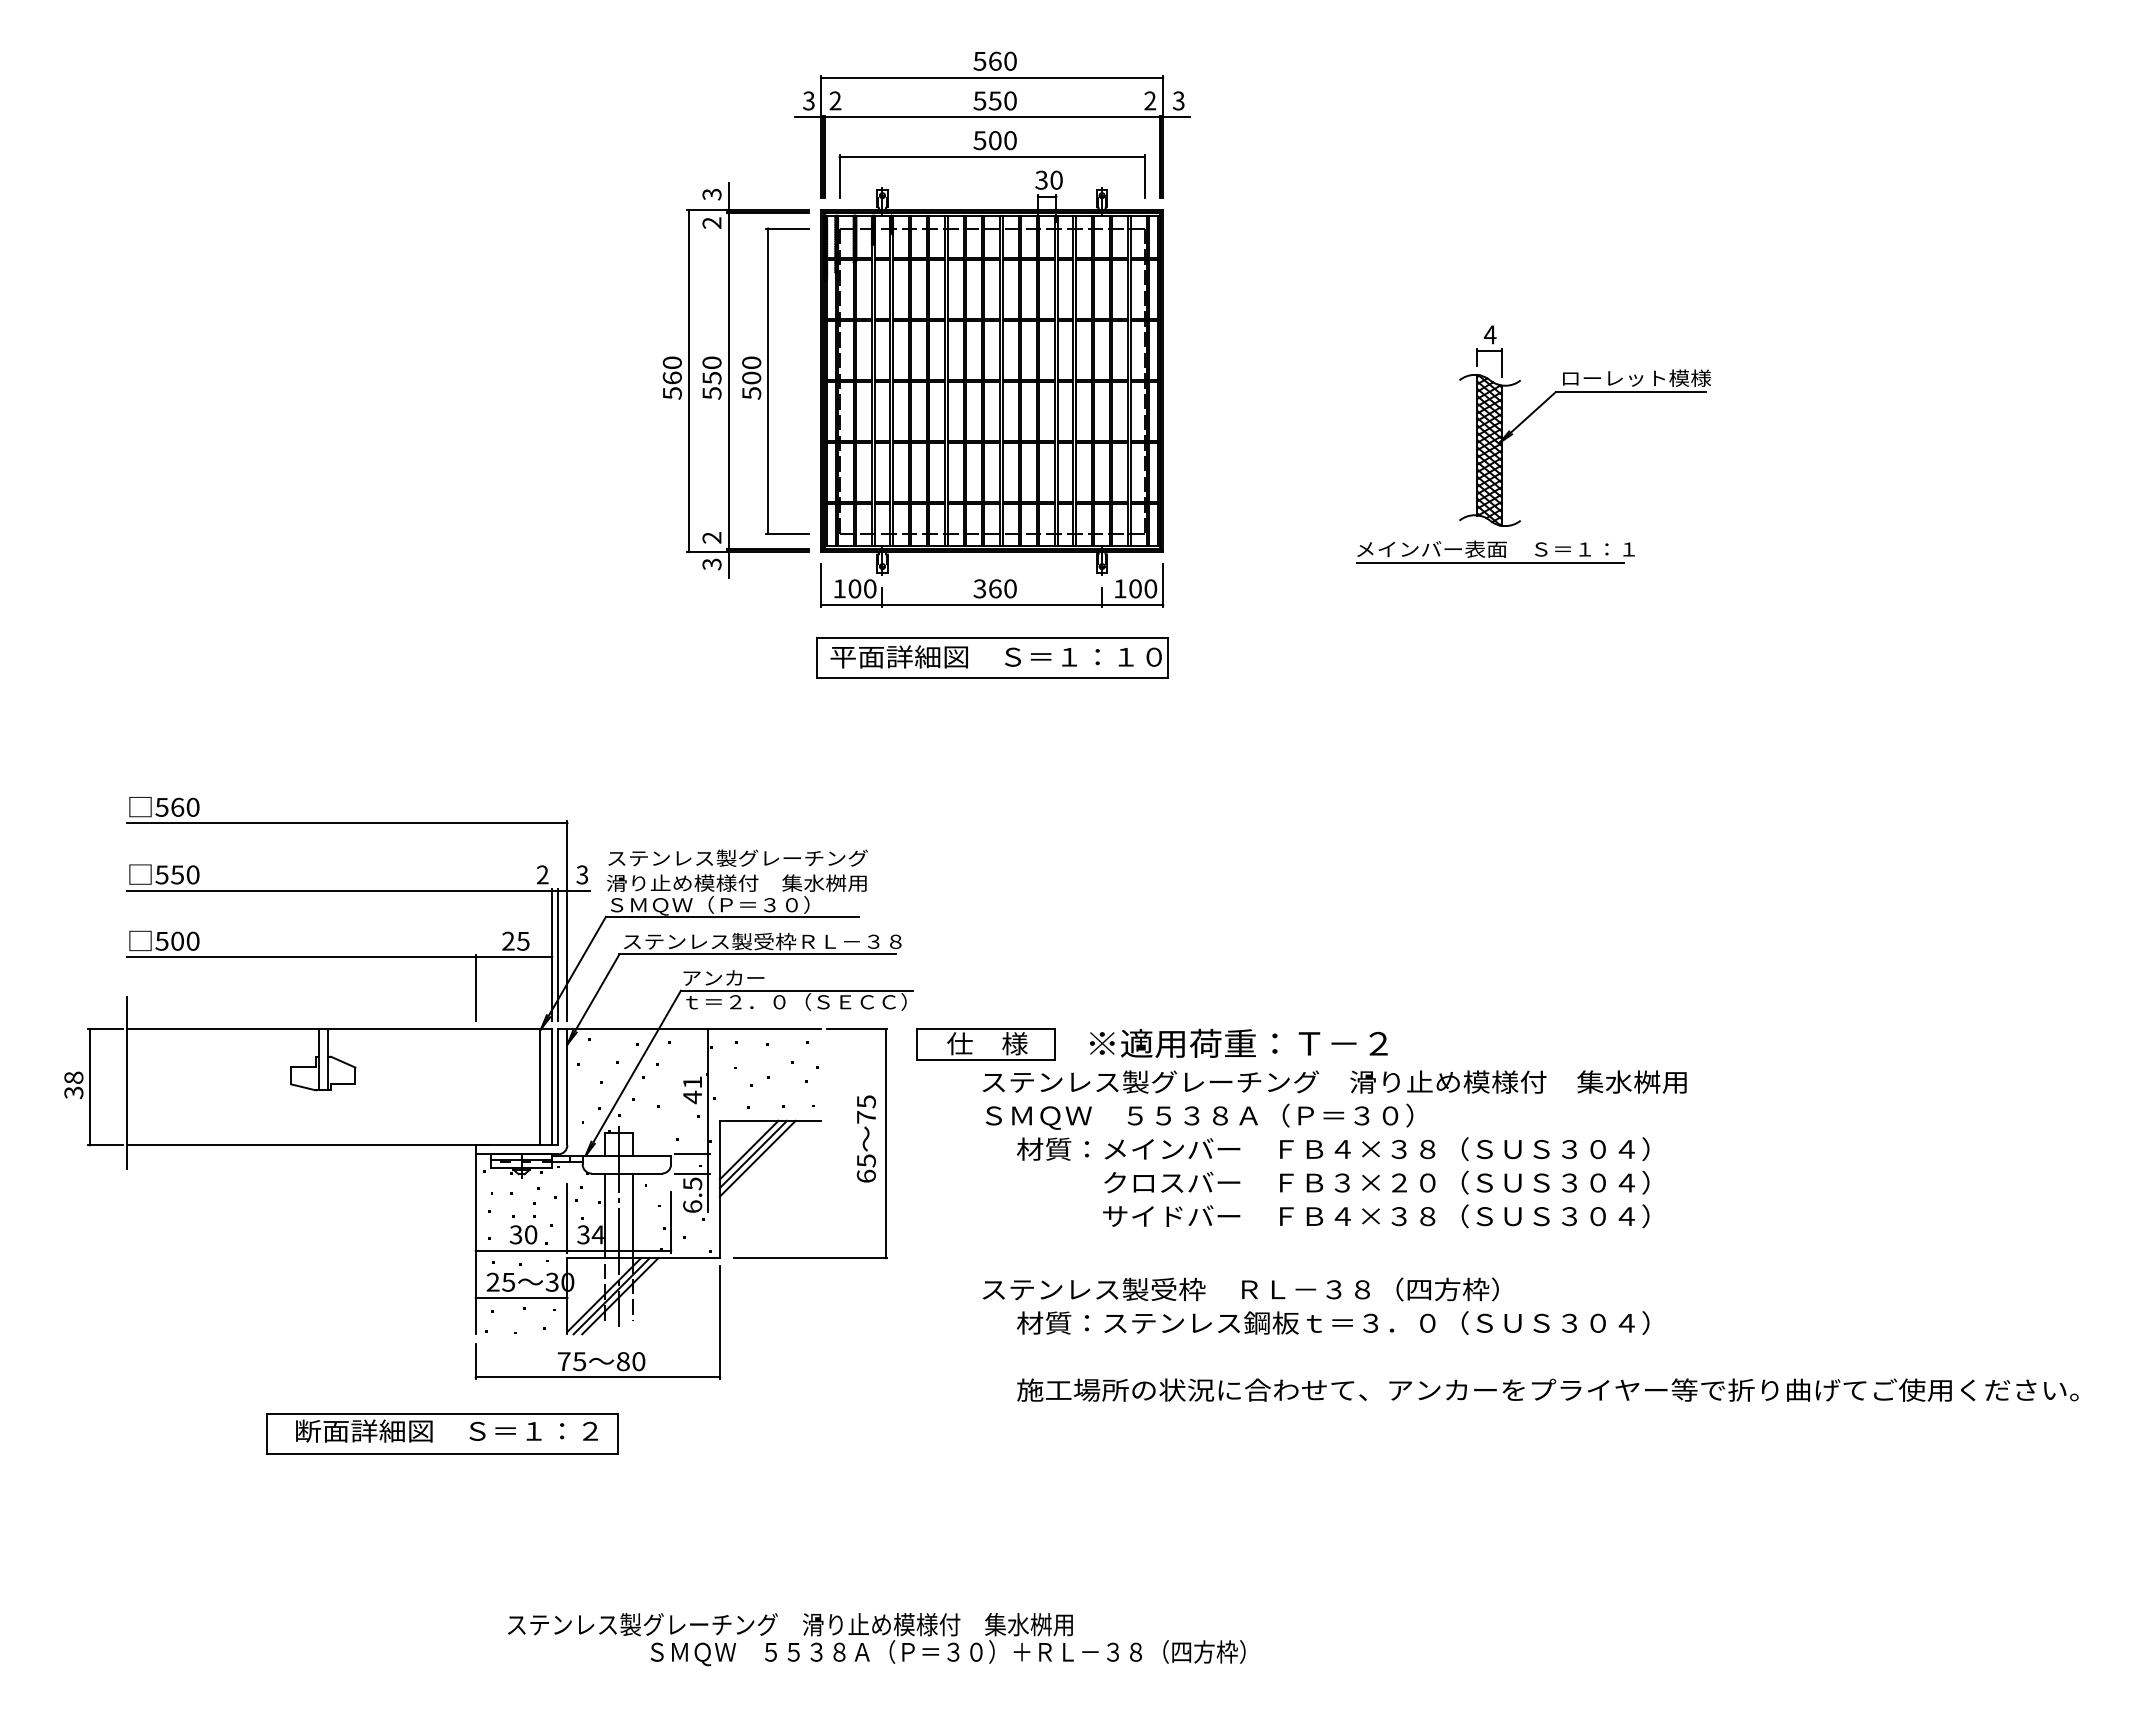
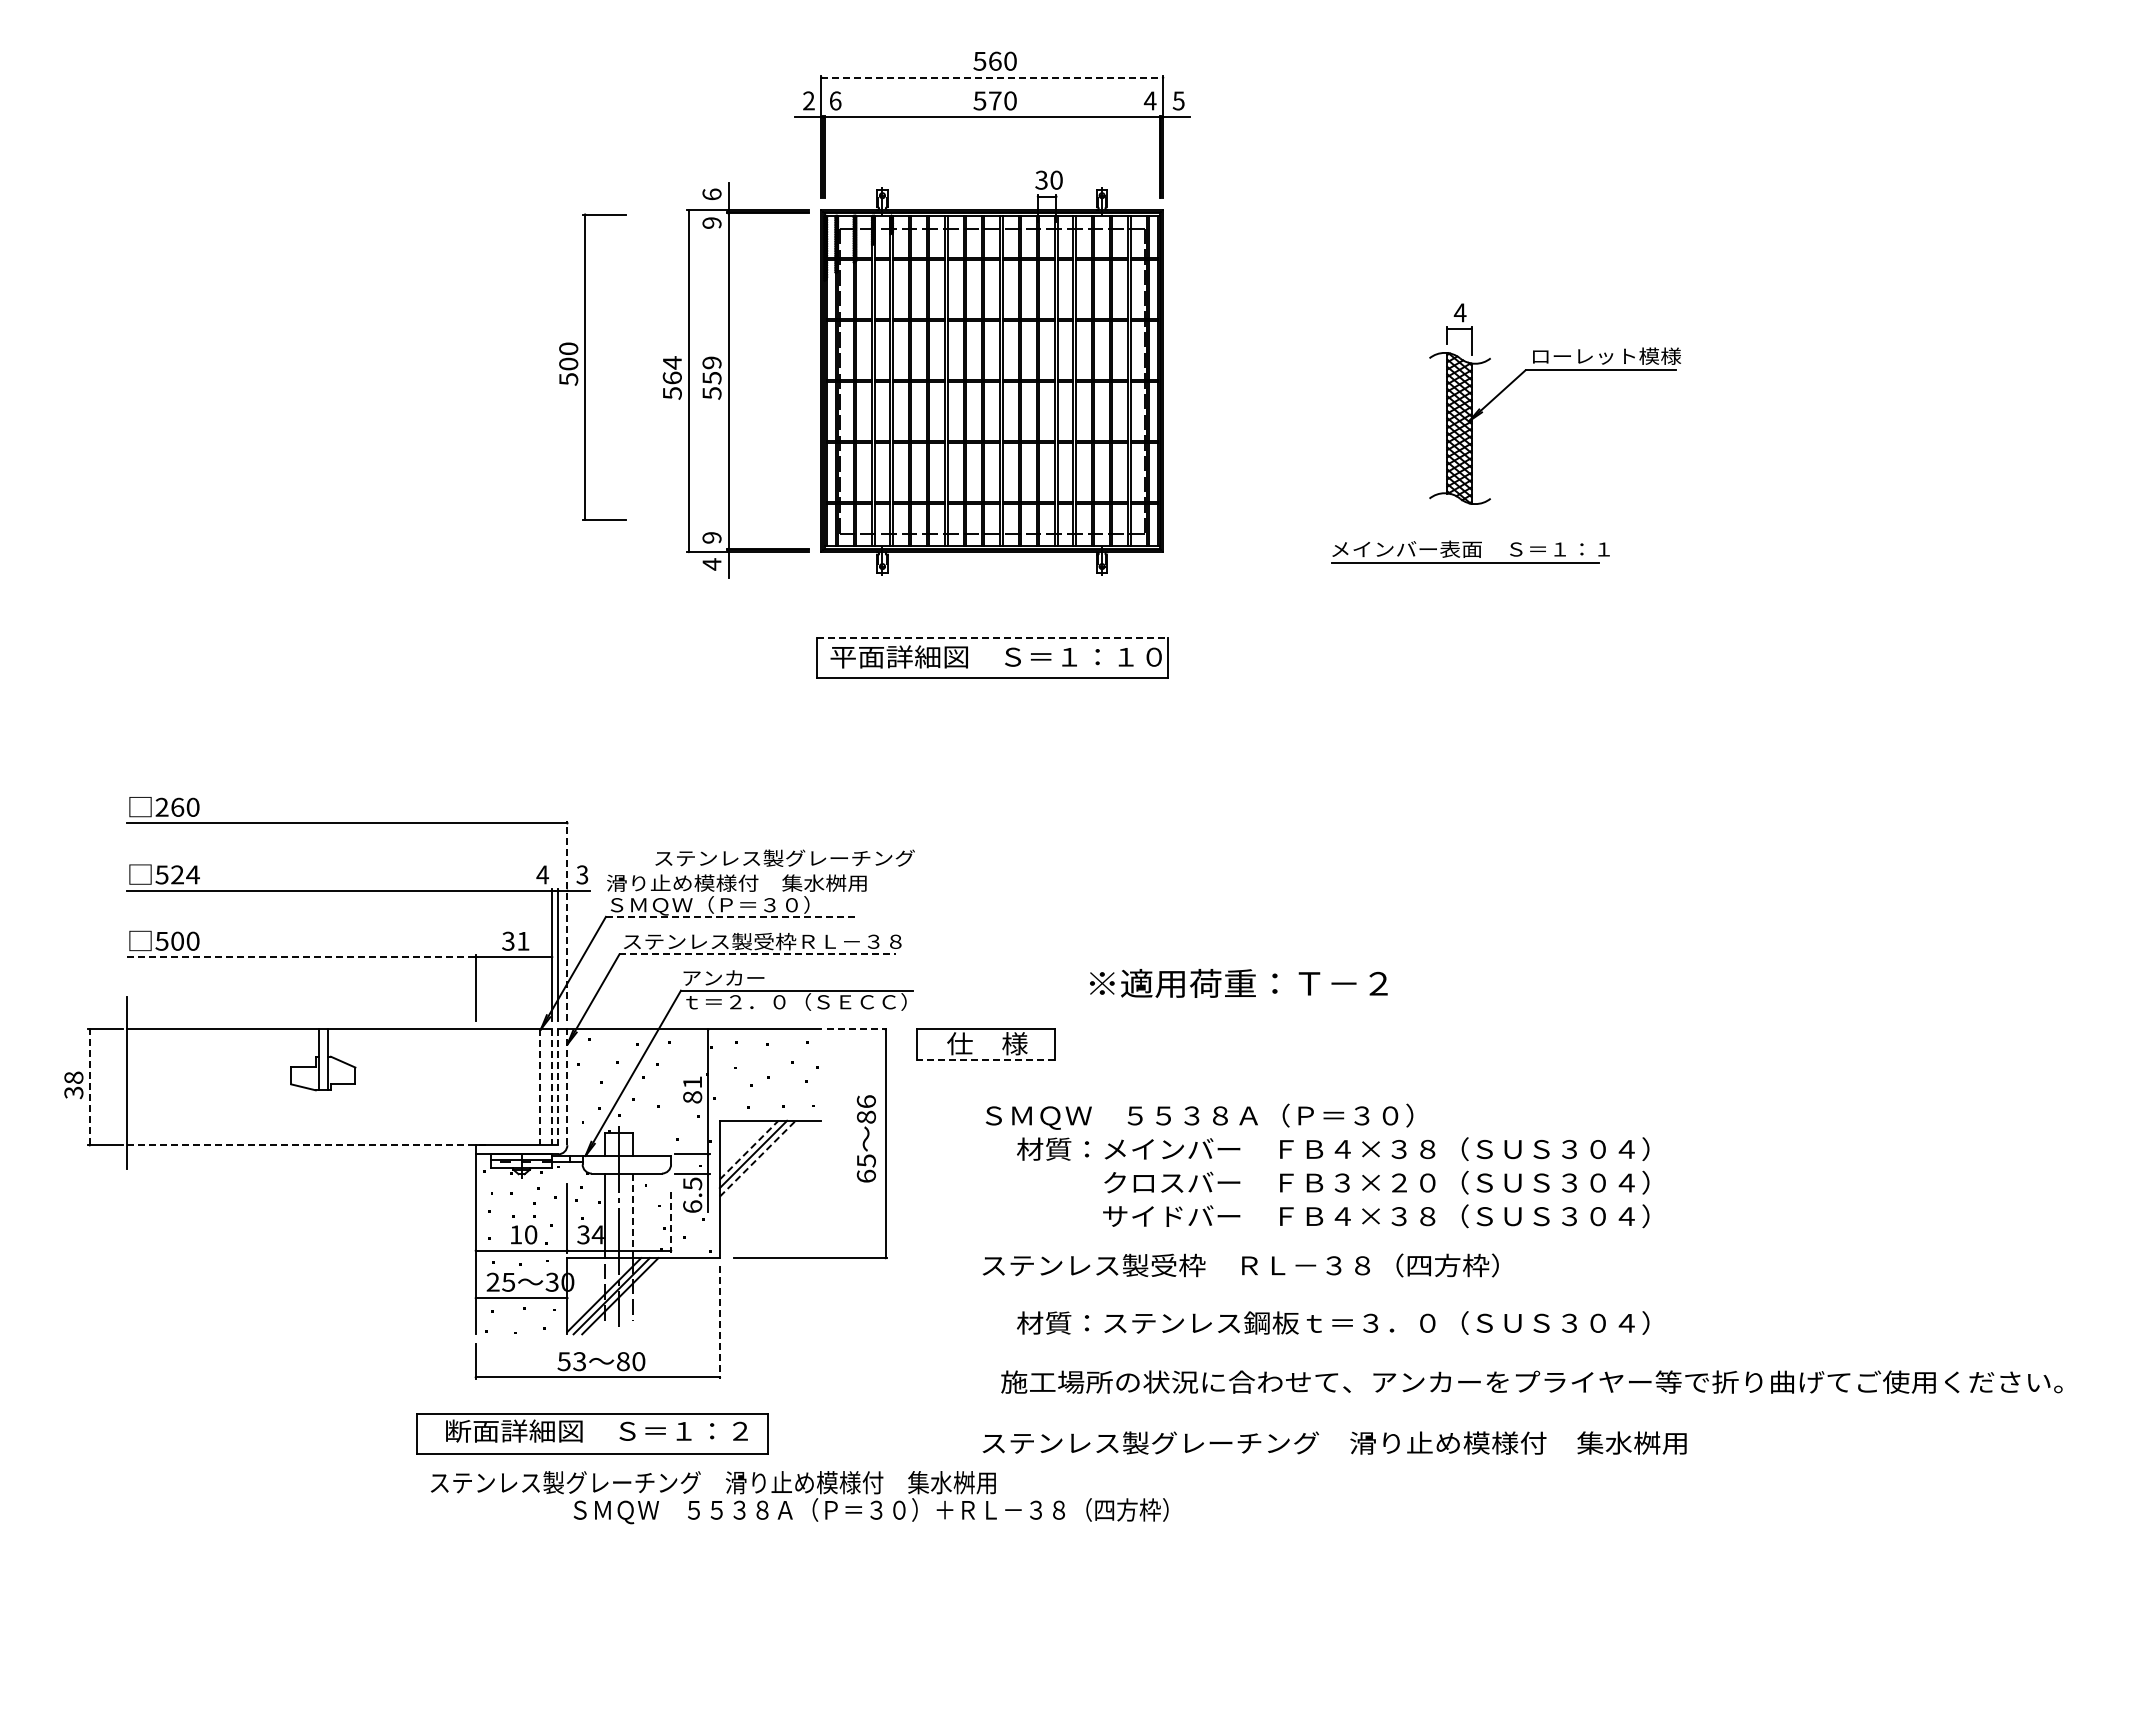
line at (992, 77): solid -> dashed
text at (835, 100): 2 -> 6
text at (994, 100): 550 -> 570
text at (1149, 100): 2 -> 4
text at (1178, 100): 3 -> 5
text at (808, 101): 3 -> 2
part at (991, 157): present -> none
text at (711, 194): 3 -> 6
text at (711, 222): 2 -> 9
text at (671, 362): 560 -> 564
text at (711, 362): 550 -> 559
part at (768, 380) position: (768, 380) -> (585, 366)
part at (1584, 392) position: (1584, 392) -> (1554, 370)
text at (711, 537): 2 -> 9
part at (1495, 551) position: (1495, 551) -> (1470, 551)
text at (711, 564): 3 -> 4
part at (992, 585): present -> none
line at (992, 638): solid -> dashed
text at (161, 806): 560 -> 260
text at (737, 857) position: (737, 857) -> (784, 857)
text at (185, 874): 550 -> 524
text at (542, 874): 2 -> 4
line at (732, 916): solid -> dashed
line at (567, 920): solid -> dashed
text at (515, 941): 25 -> 31
line at (758, 954): solid -> dashed
line at (301, 957): solid -> dashed
line at (857, 1029): solid -> dashed
text at (1238, 1043) position: (1238, 1043) -> (1238, 983)
line at (985, 1059): solid -> dashed
text at (1334, 1081) position: (1334, 1081) -> (1334, 1442)
line at (89, 1087): solid -> dashed
line at (539, 1087): solid -> dashed
line at (552, 1087): solid -> dashed
line at (558, 1087): solid -> dashed
line at (567, 1087): solid -> dashed
text at (692, 1097): 41 -> 81
text at (865, 1109): 75 -> 86
line at (308, 1145): solid -> dashed
line at (749, 1149): solid -> dashed
line at (757, 1158): solid -> dashed
line at (632, 1215): solid -> dashed
line at (671, 1222): solid -> dashed
text at (515, 1234): 30 -> 10
text at (1240, 1289) position: (1240, 1289) -> (1240, 1265)
line at (719, 1323): solid -> dashed
text at (571, 1361): 75 -> 53
text at (1547, 1389) position: (1547, 1389) -> (1531, 1381)
part at (442, 1433) position: (442, 1433) -> (592, 1433)
text at (876, 1639) position: (876, 1639) -> (799, 1497)
